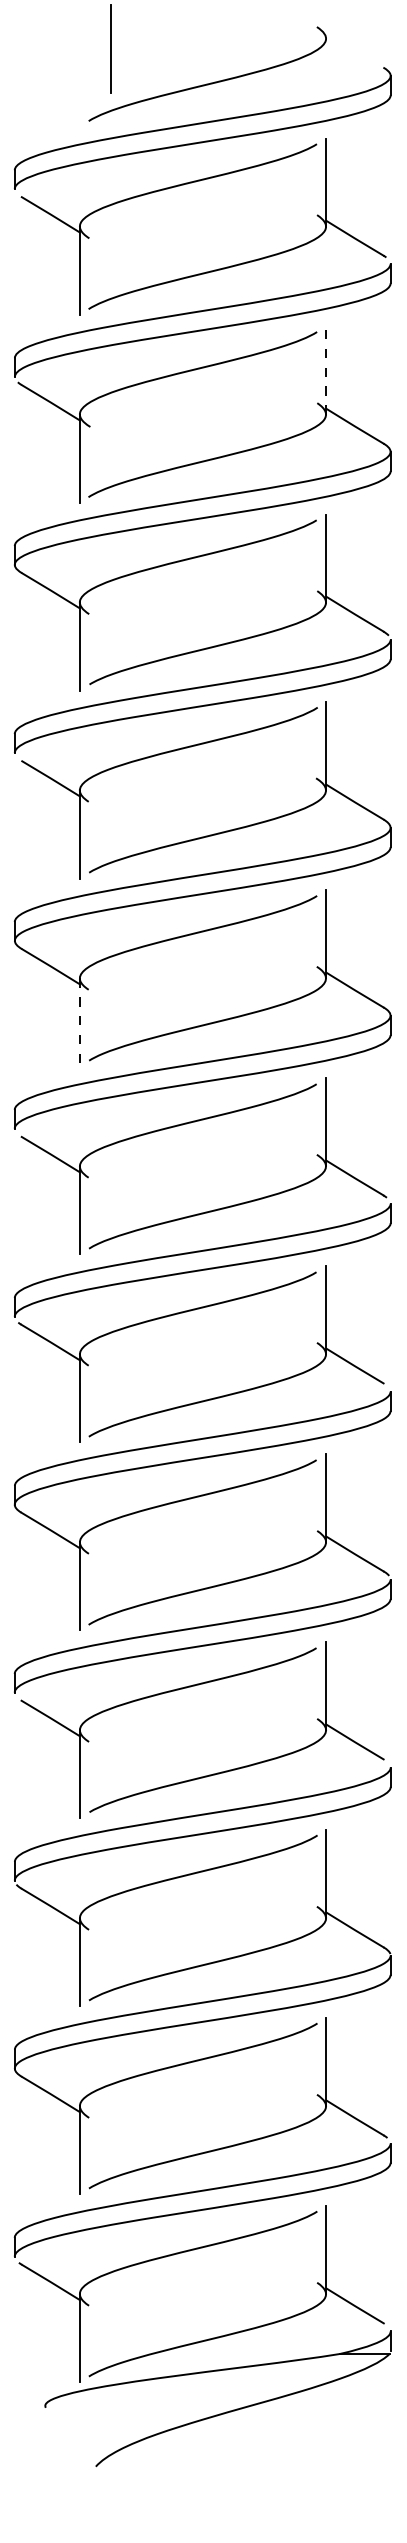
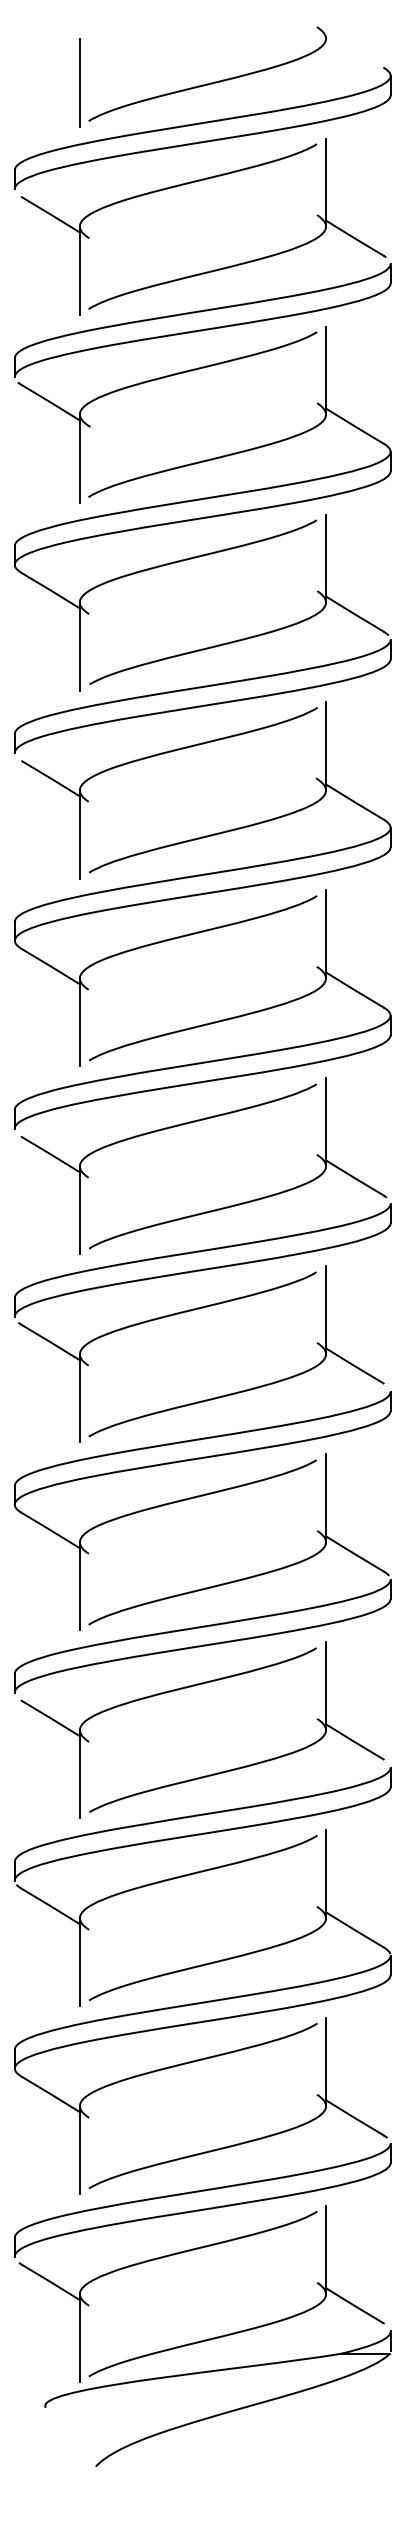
line at (110, 48) position: (110, 48) -> (79, 82)
line at (326, 370): dashed -> solid
line at (79, 1022): dashed -> solid
